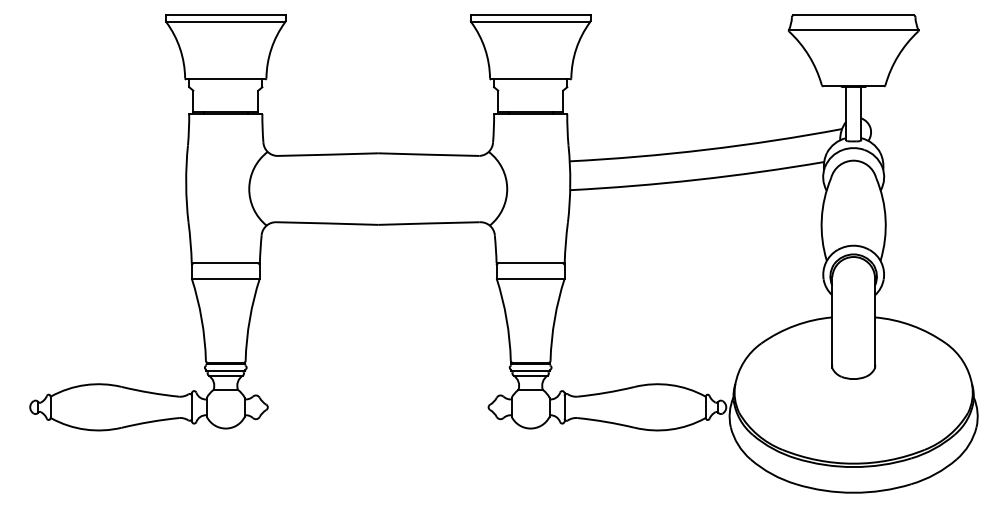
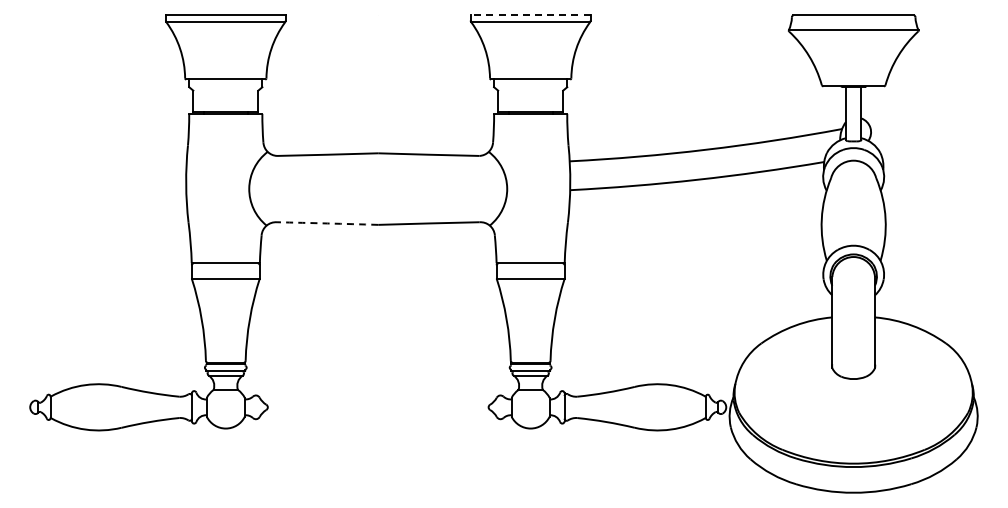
line at (530, 15): solid -> dashed
arc at (327, 223): solid -> dashed
